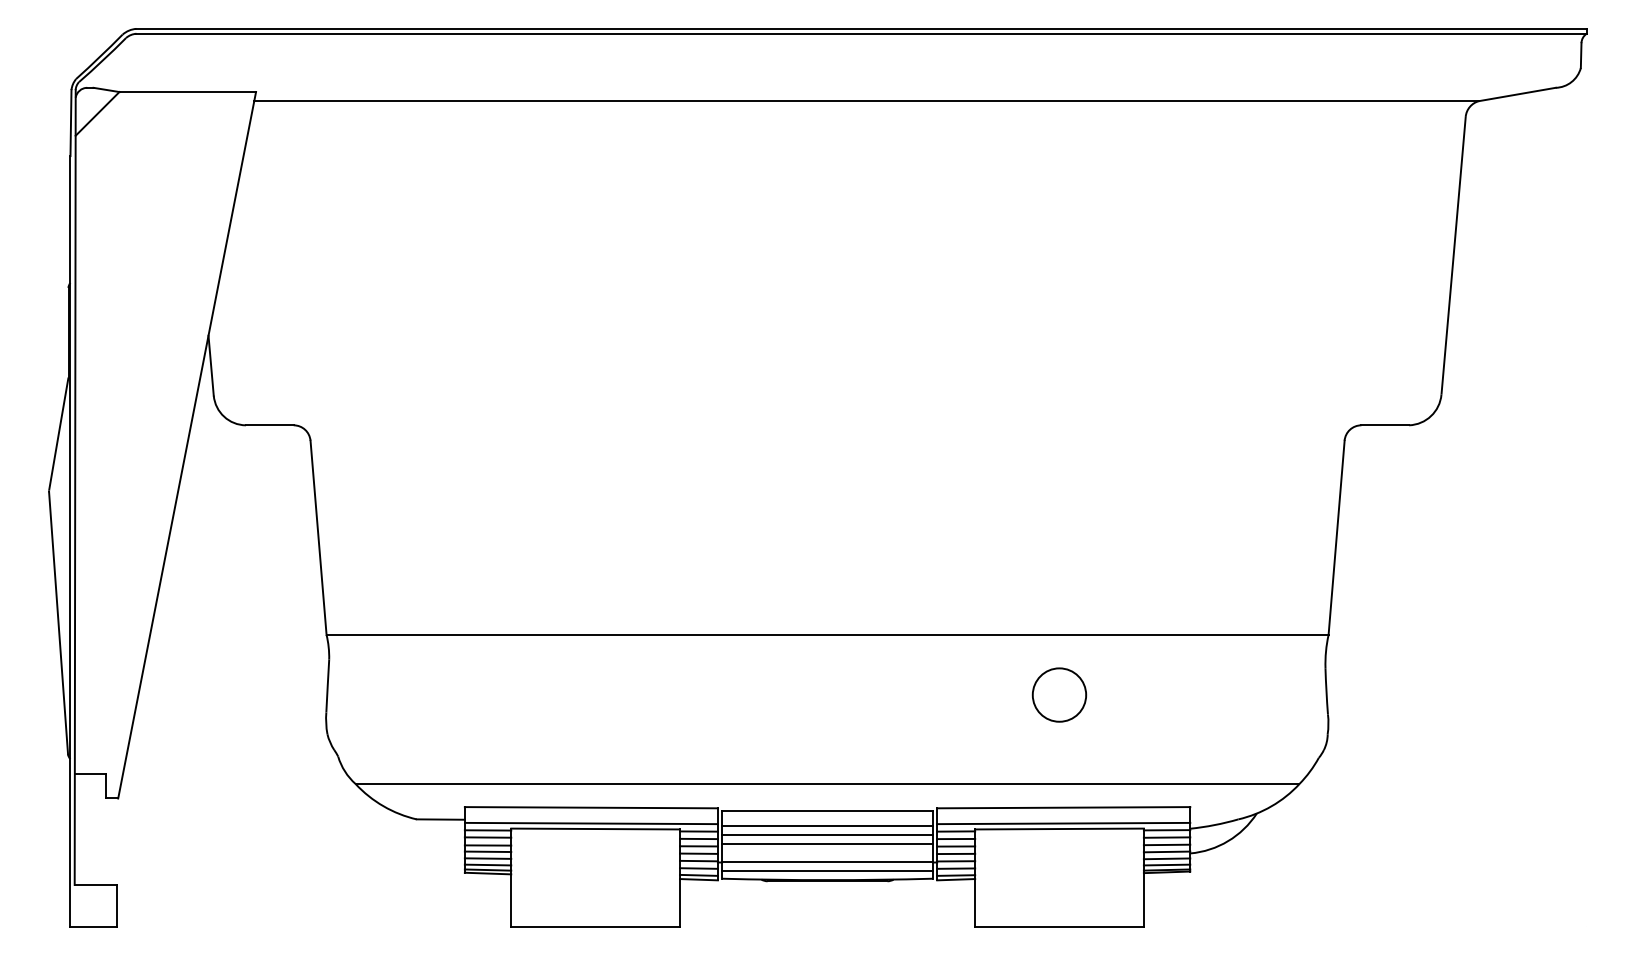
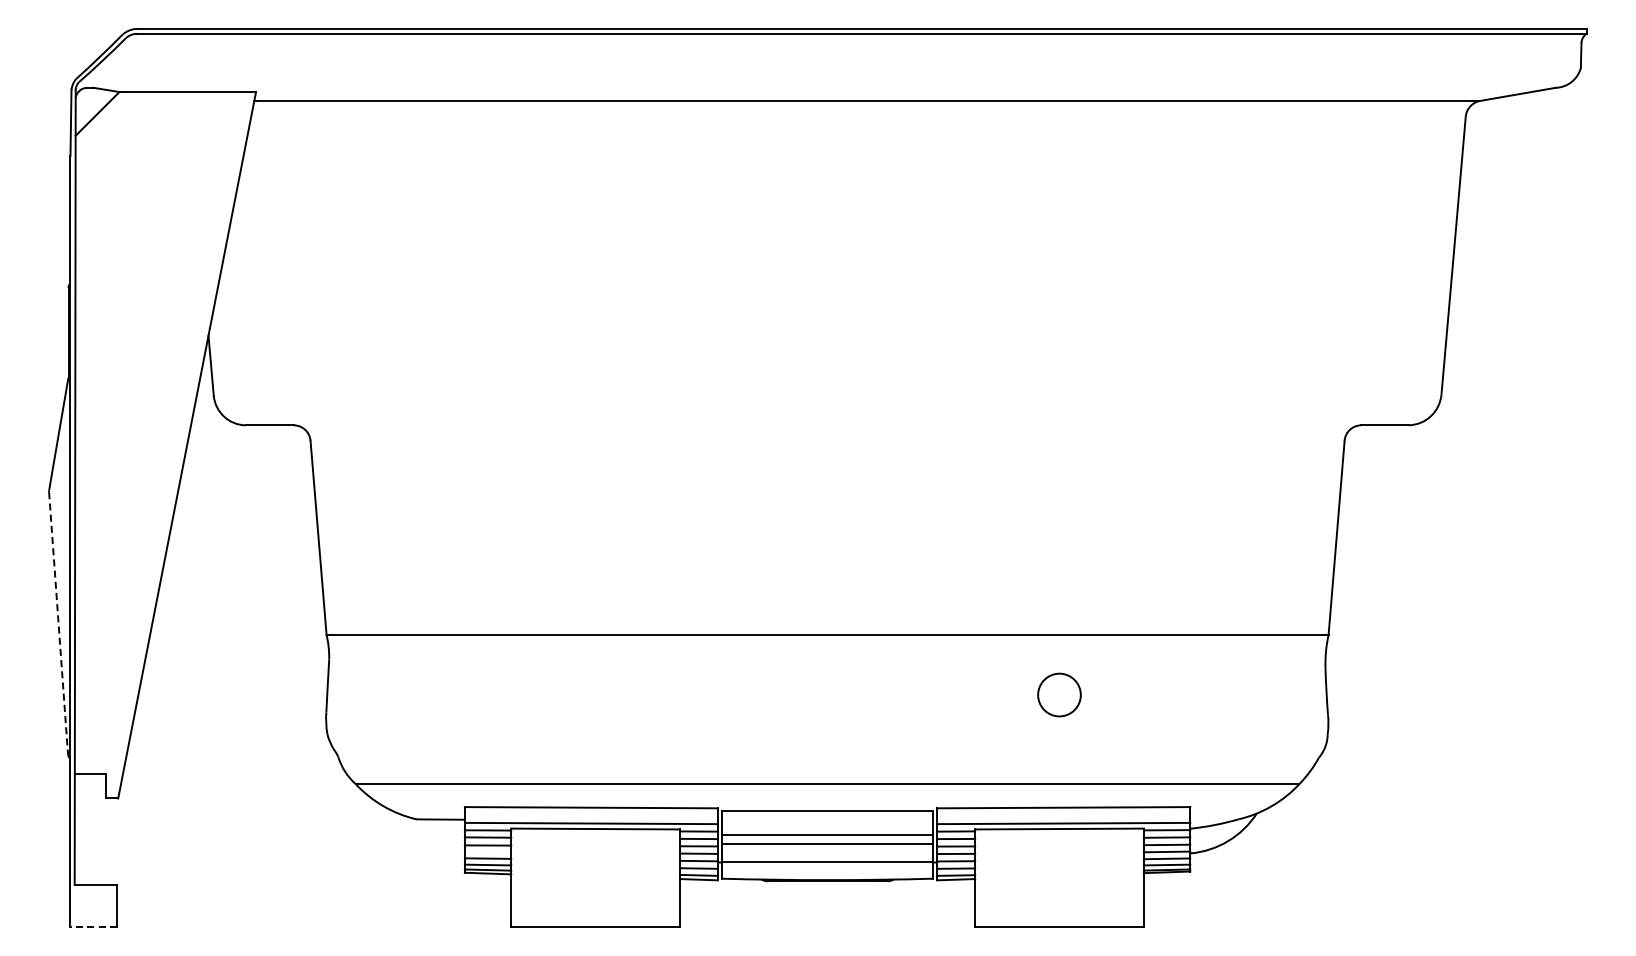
line at (58, 623): solid -> dashed
circle at (1059, 694) size: 57x56 px -> 45x46 px
line at (827, 826): present -> none
line at (487, 851): present -> none
line at (827, 870): present -> none
line at (93, 927): solid -> dashed
